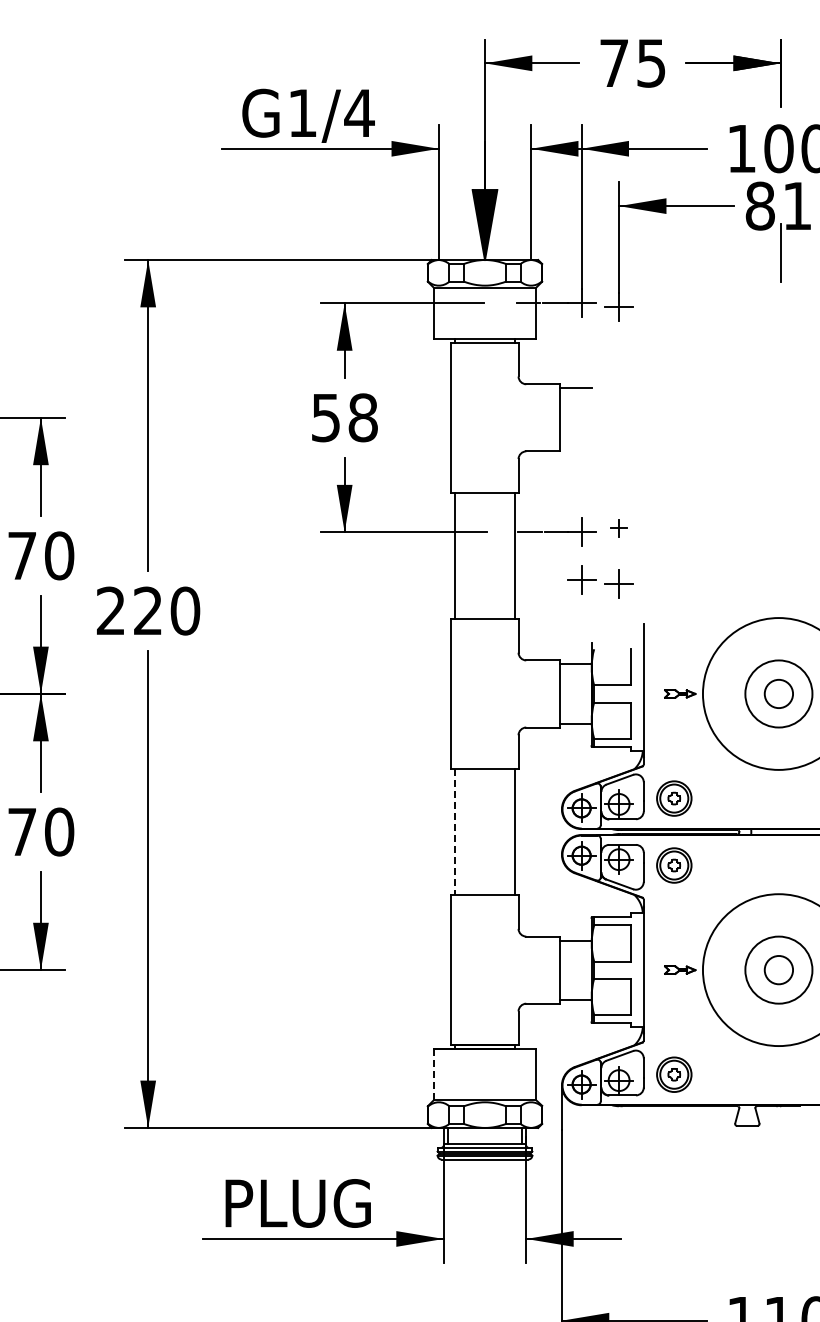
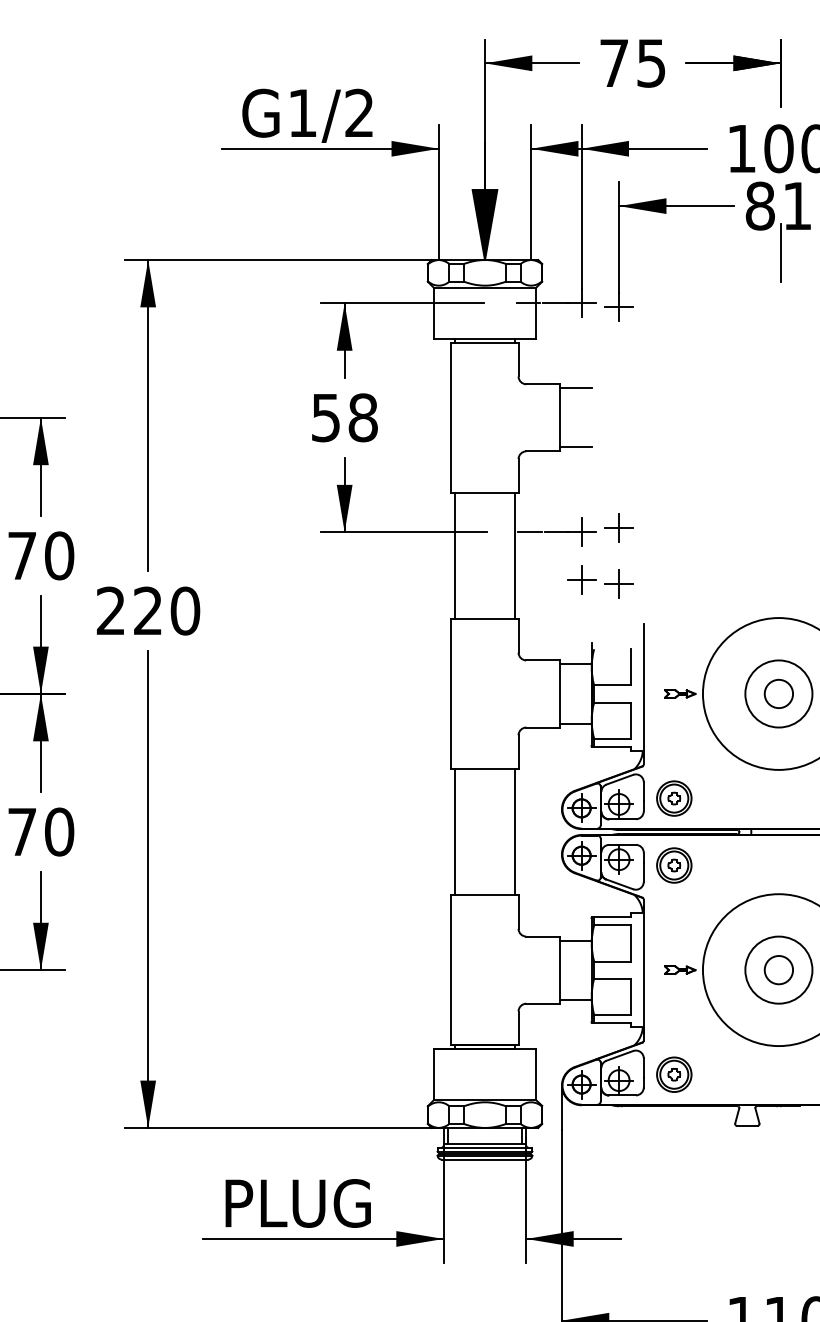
text at (359, 112): G1/4 -> G1/2
line at (575, 447): none -> present
part at (618, 528) size: 18x19 px -> 30x30 px
line at (455, 832): dashed -> solid
line at (433, 1074): dashed -> solid
